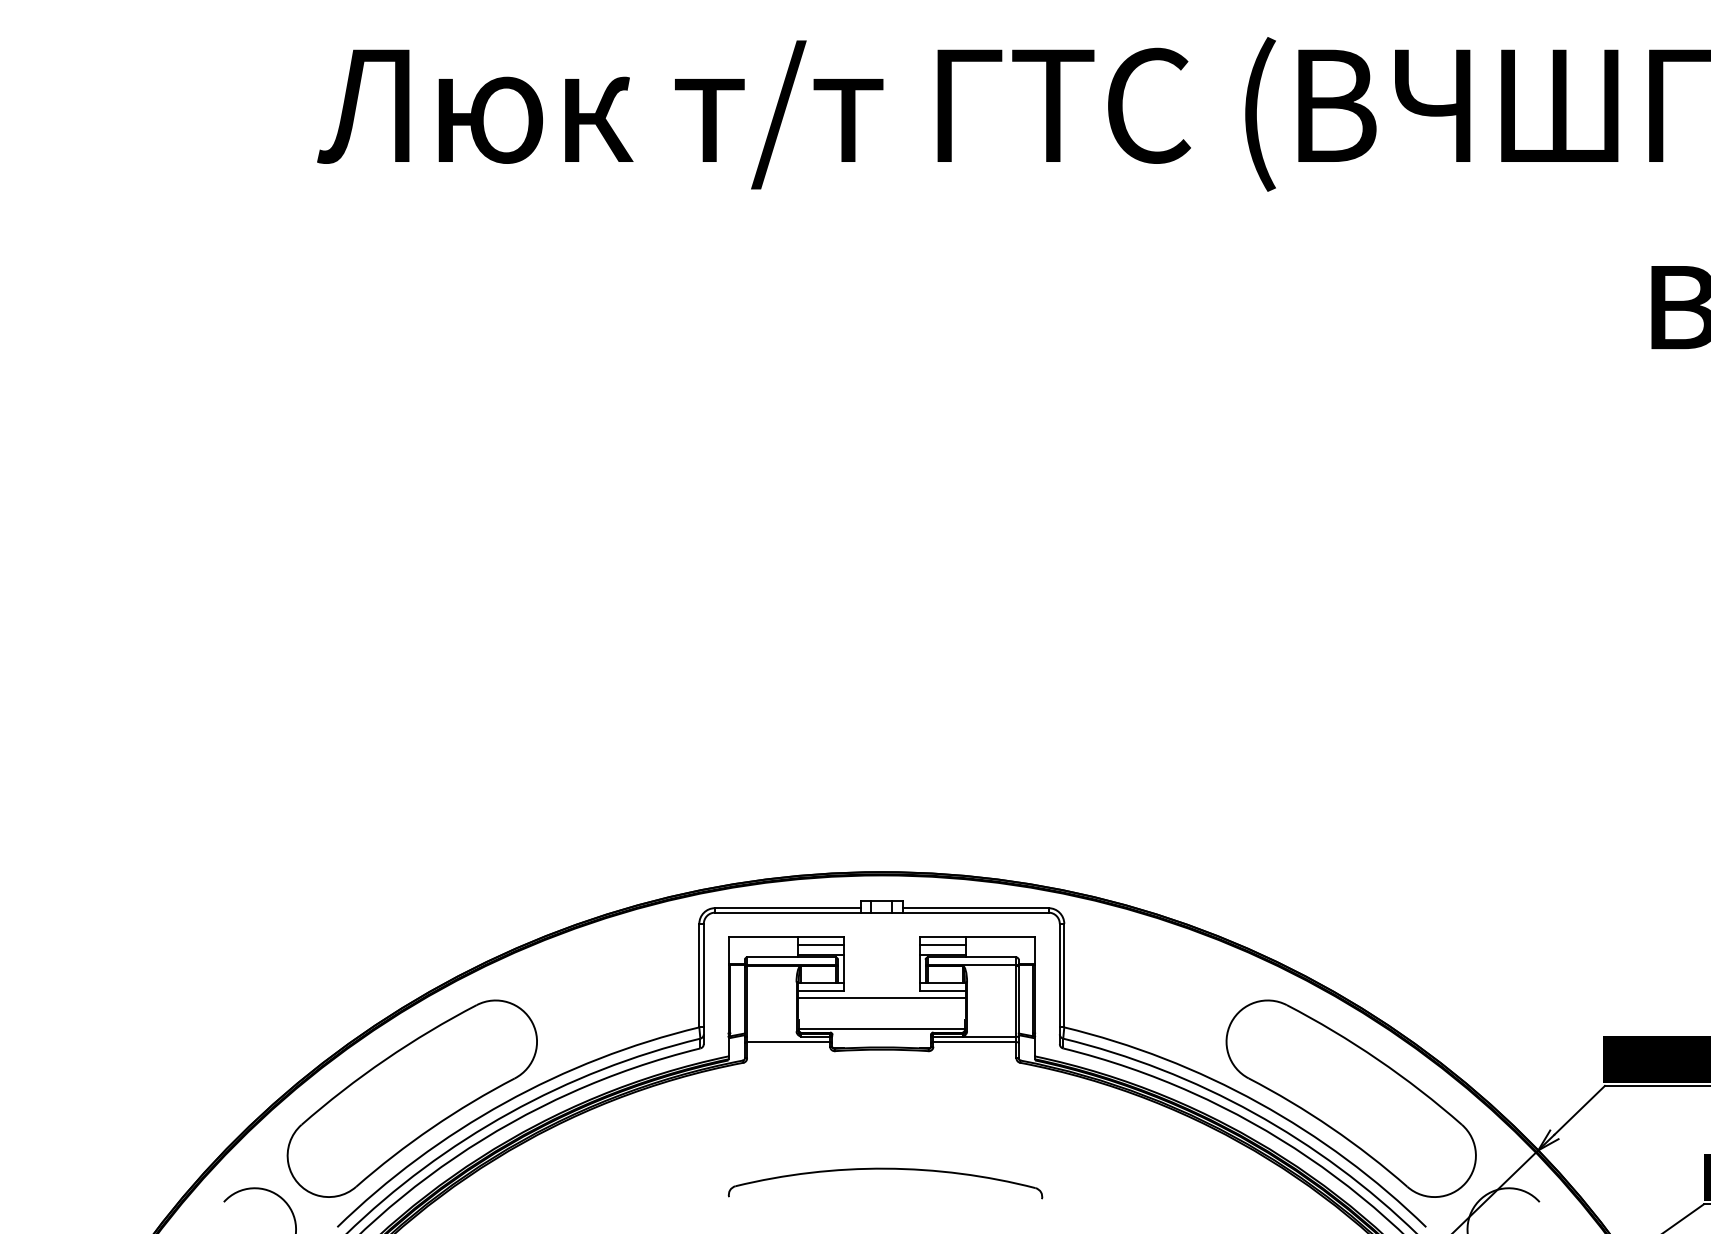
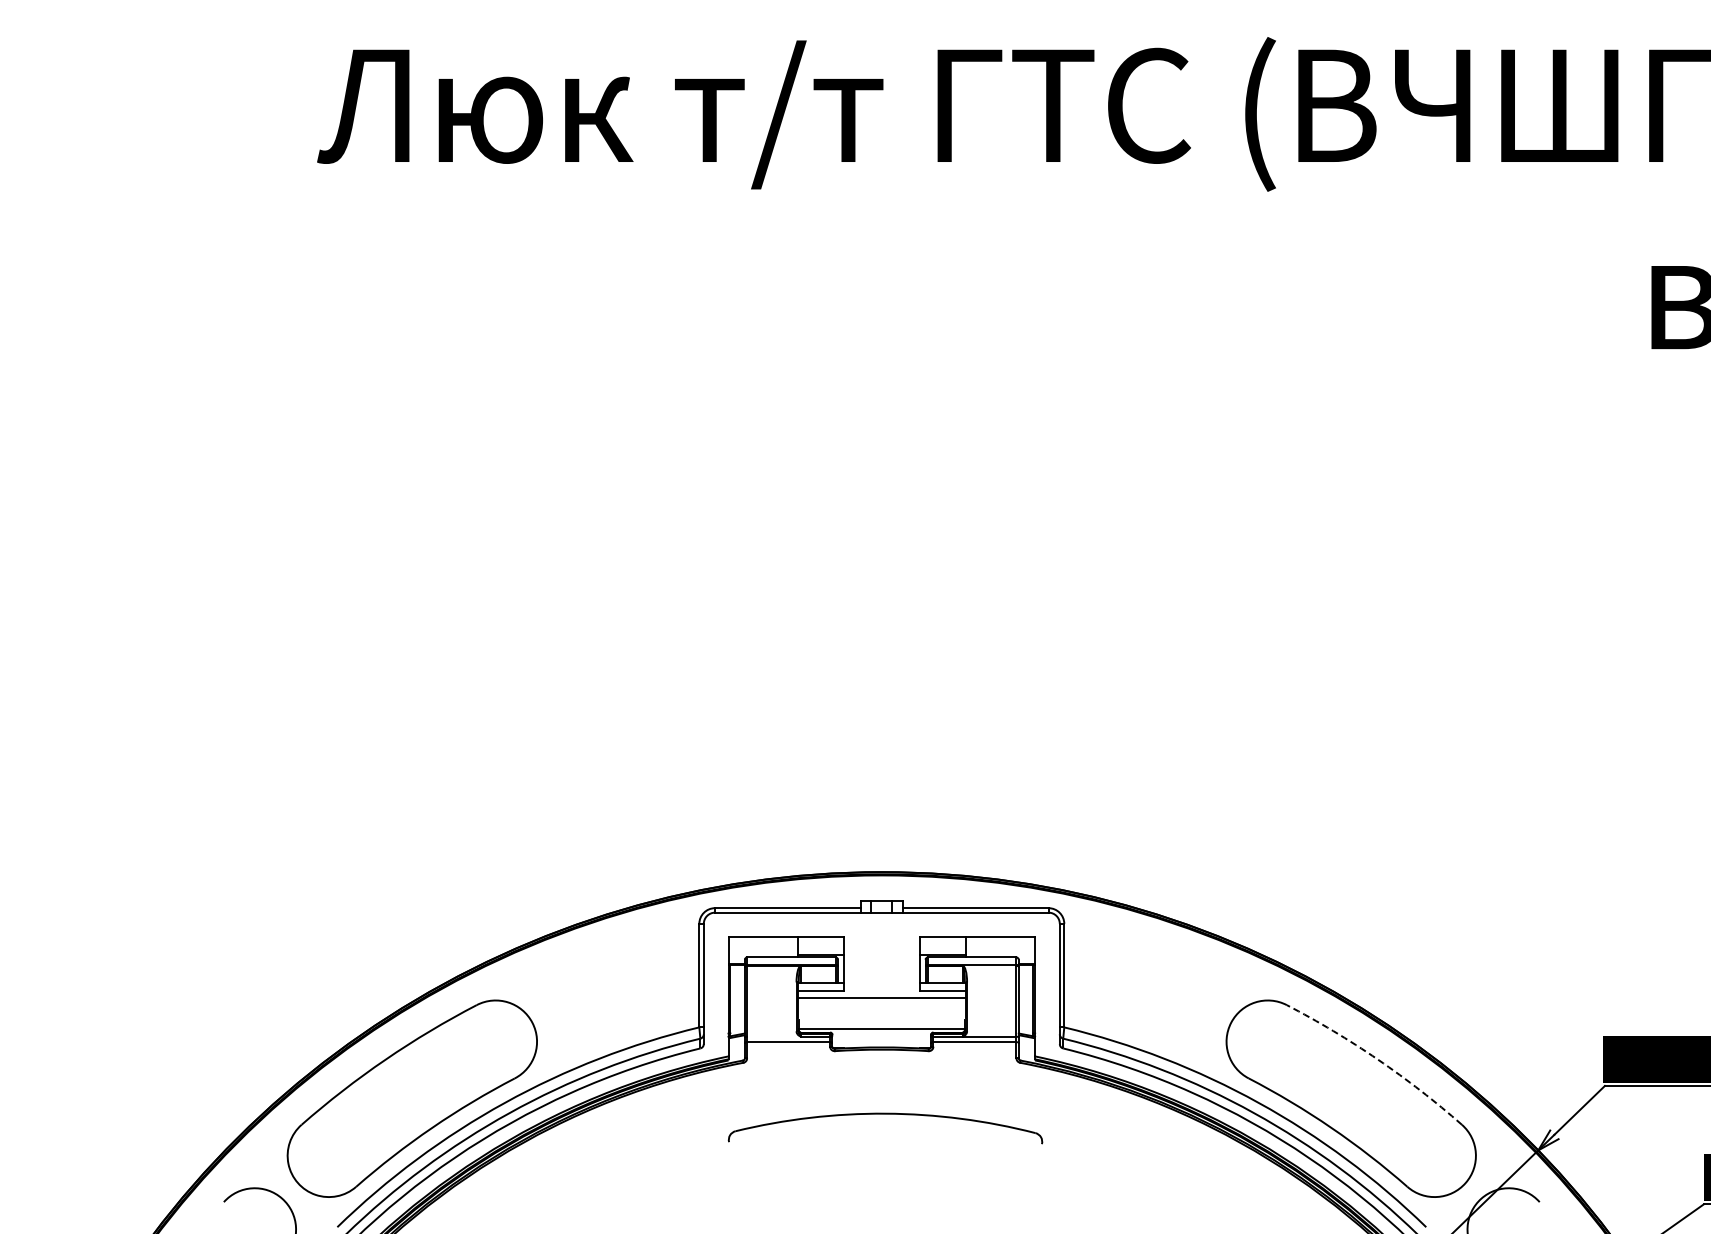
line at (820, 945): present -> none
line at (942, 945): present -> none
arc at (1378, 1059): solid -> dashed
part at (885, 1169) position: (885, 1169) -> (885, 1114)
